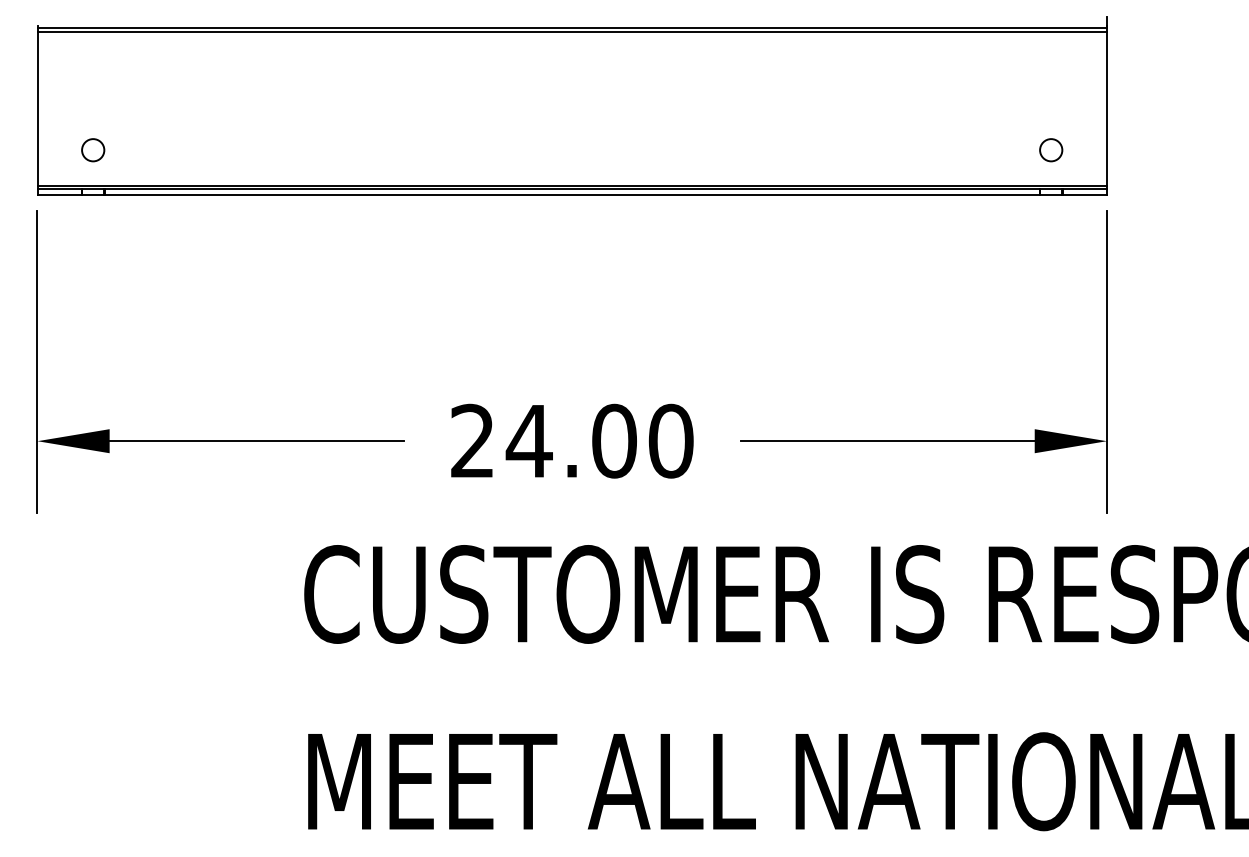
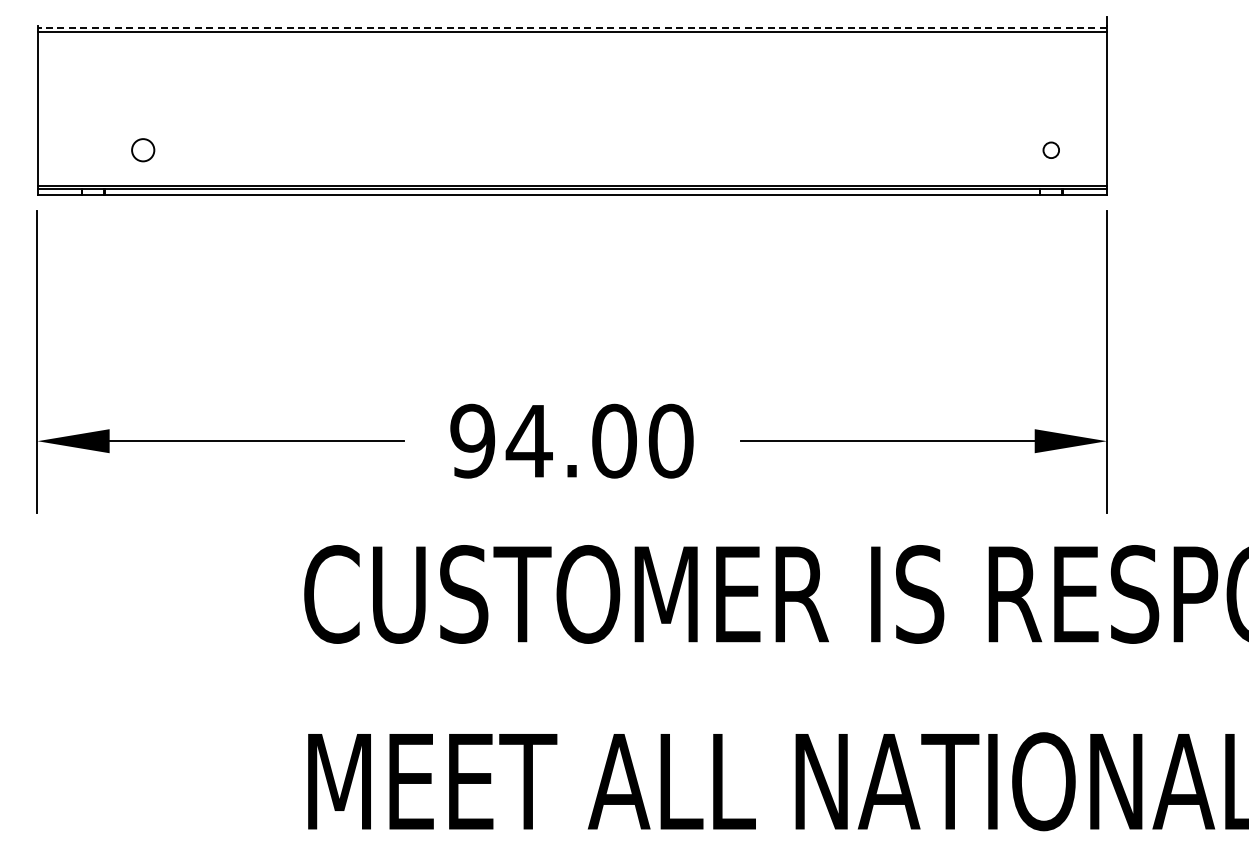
line at (572, 27): solid -> dashed
circle at (93, 150) position: (93, 150) -> (143, 150)
circle at (1051, 150) size: 25x25 px -> 18x18 px
text at (472, 440): 24.00 -> 94.00
